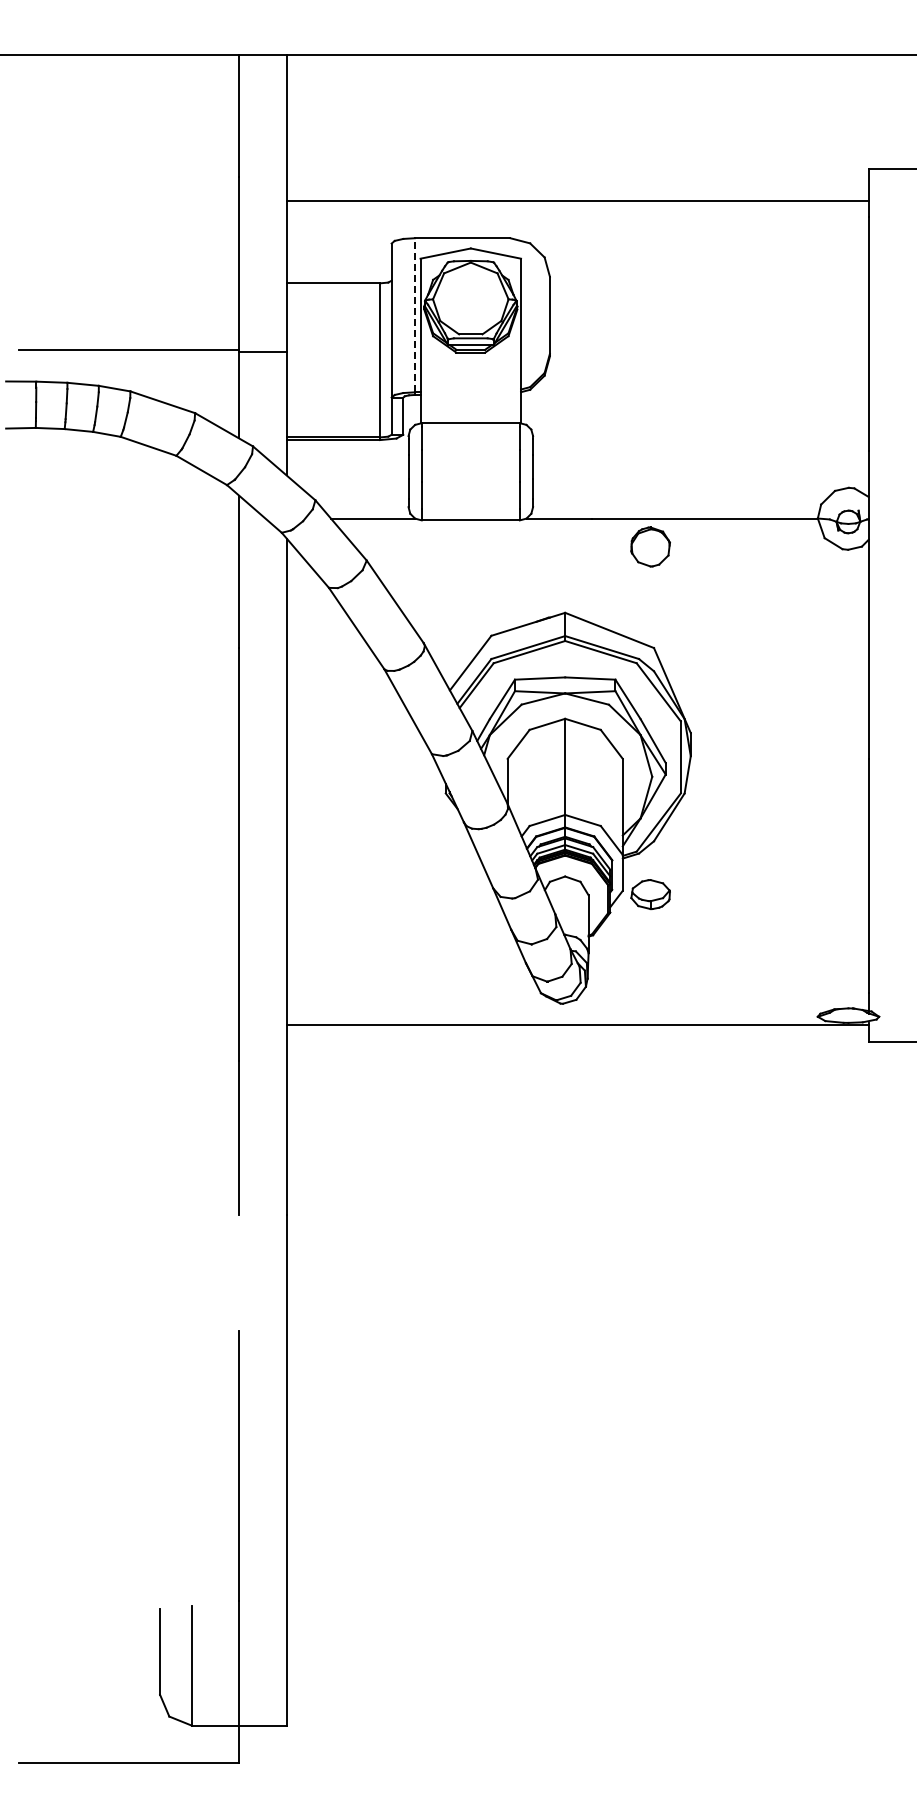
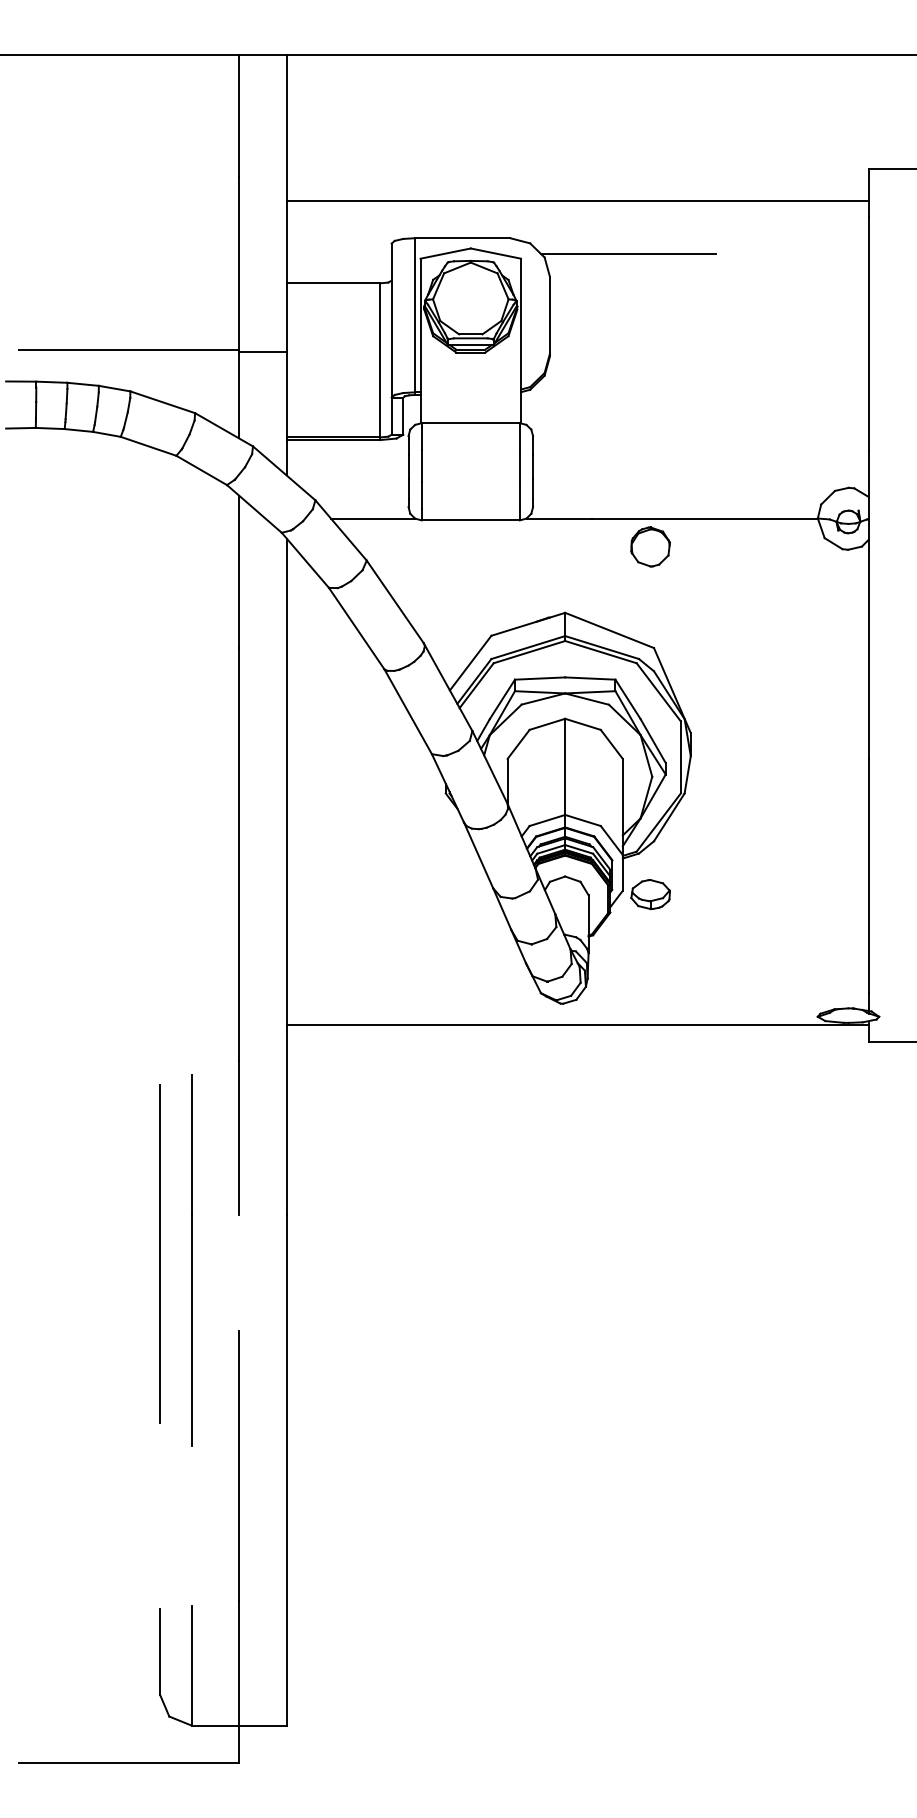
line at (627, 253): none -> present
line at (414, 314): dashed -> solid
line at (159, 1253): none -> present
line at (191, 1260): none -> present
